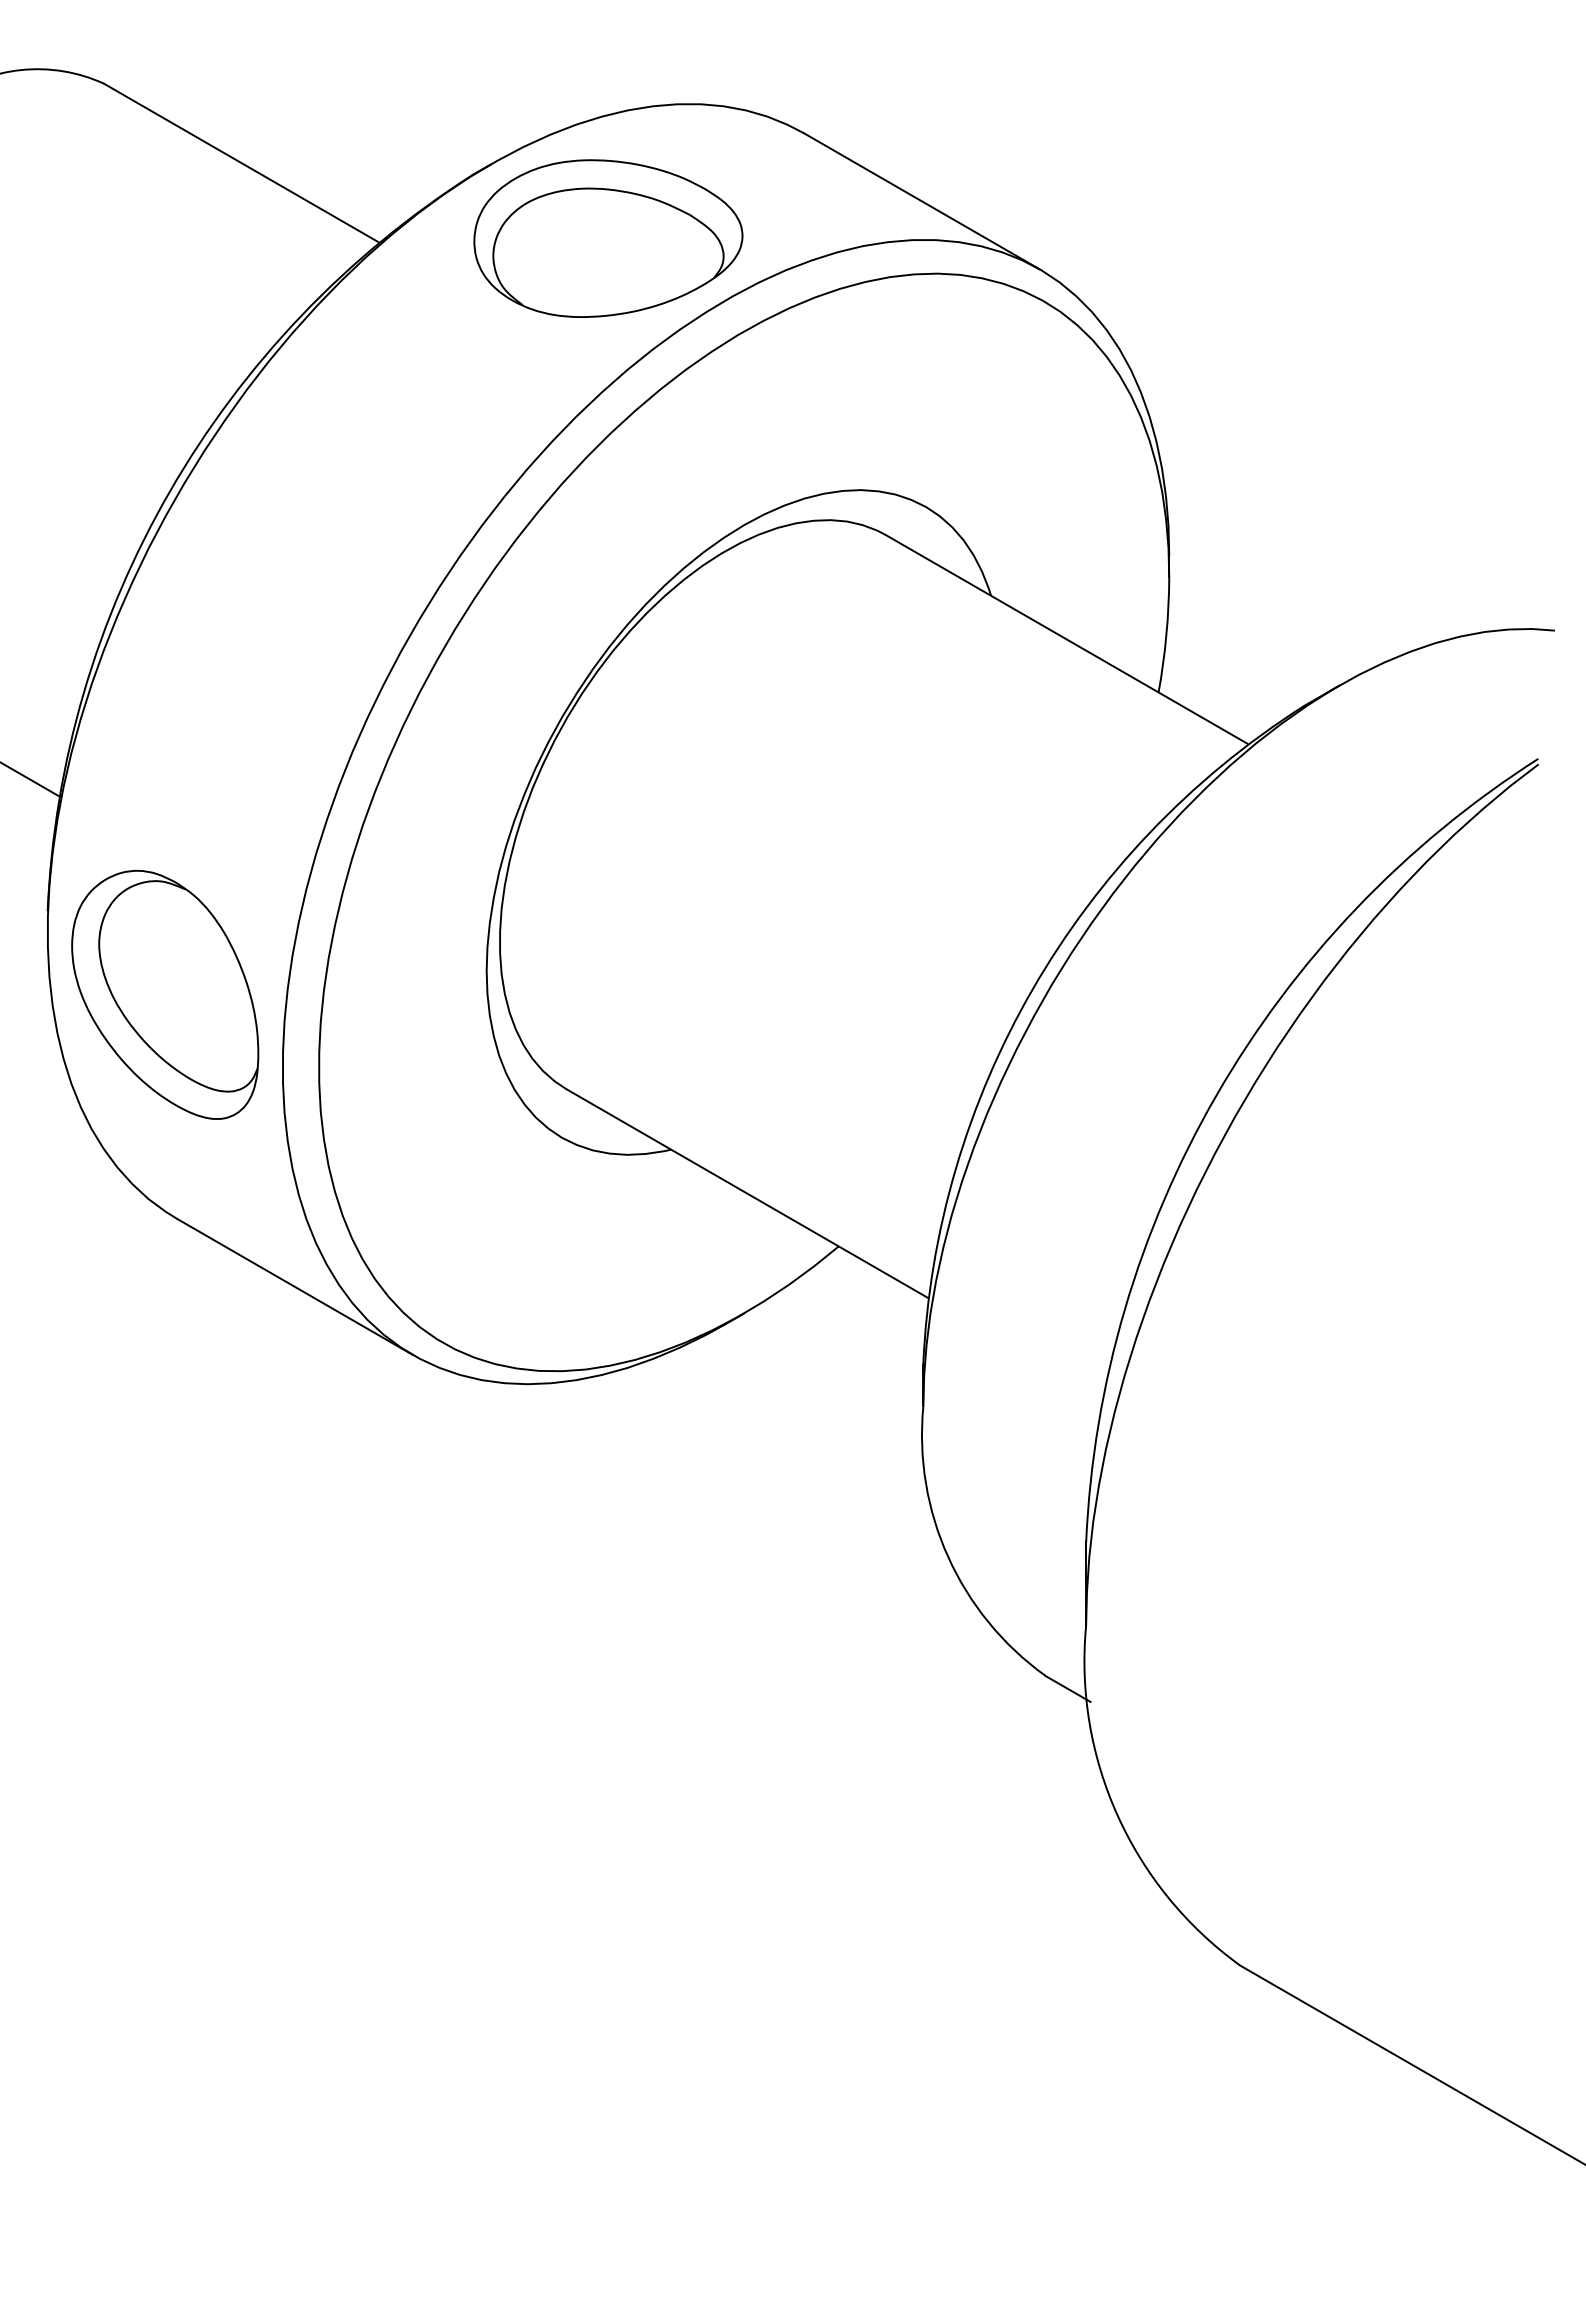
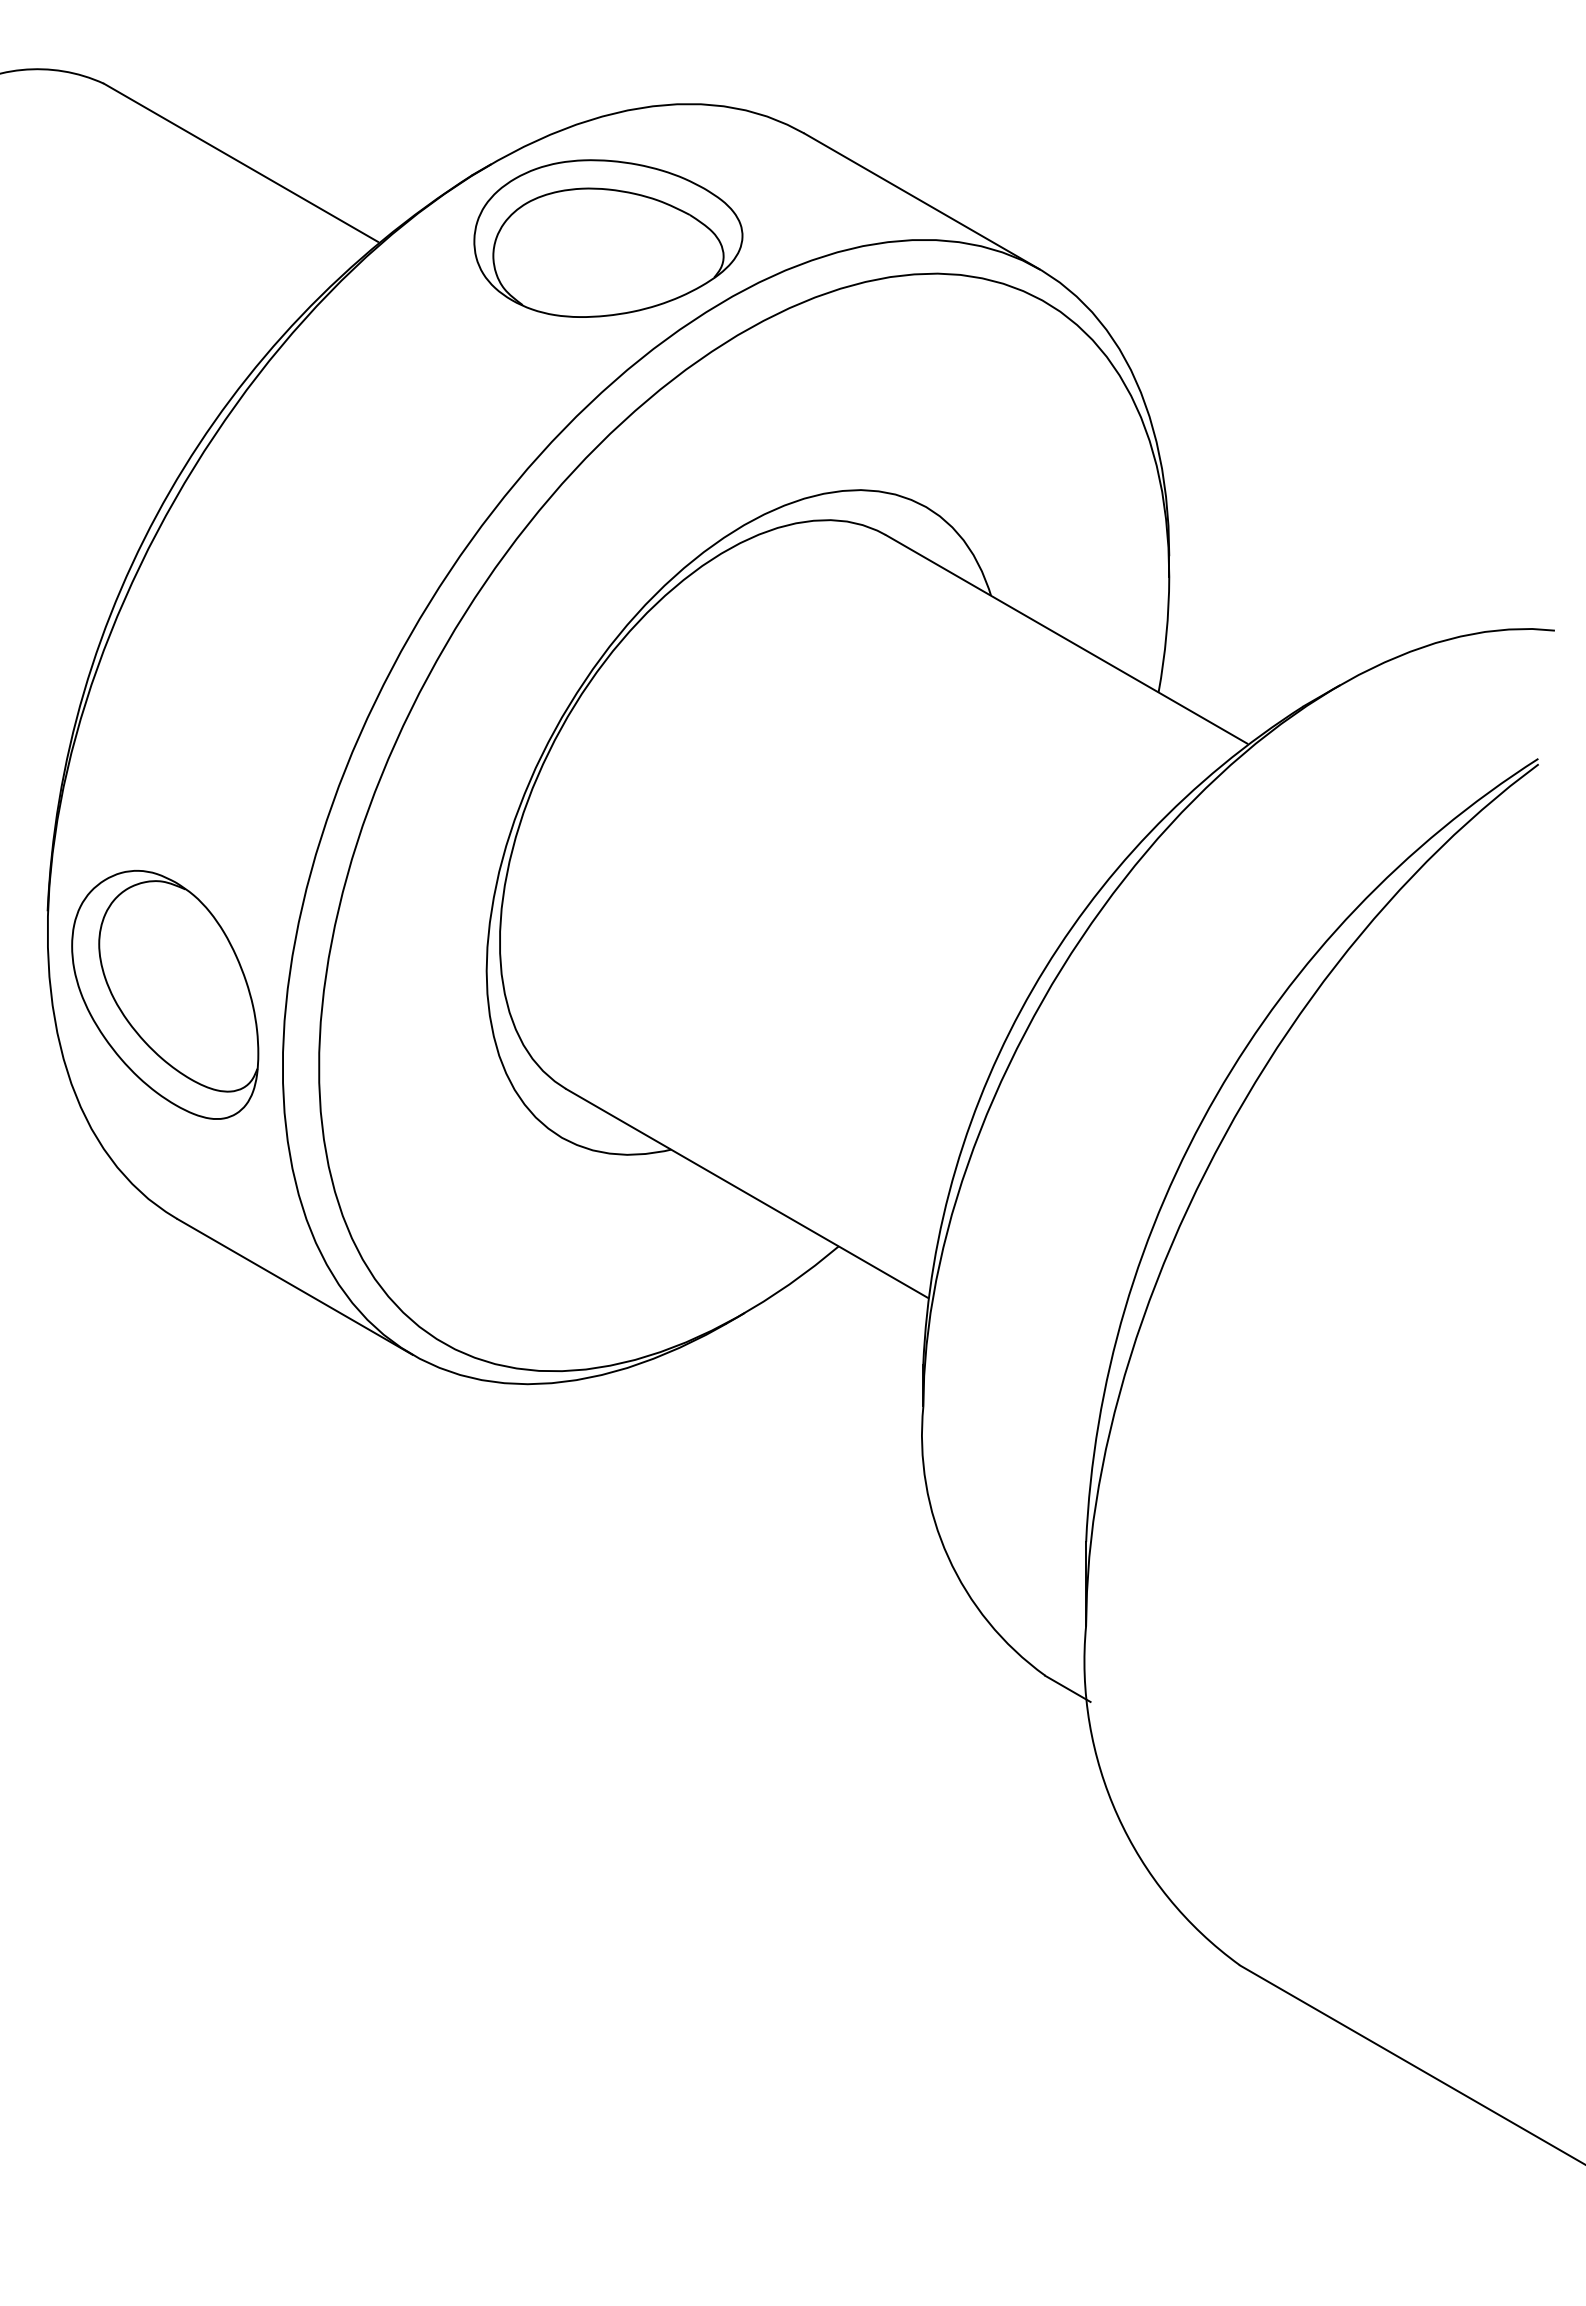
line at (30, 779): present -> none
